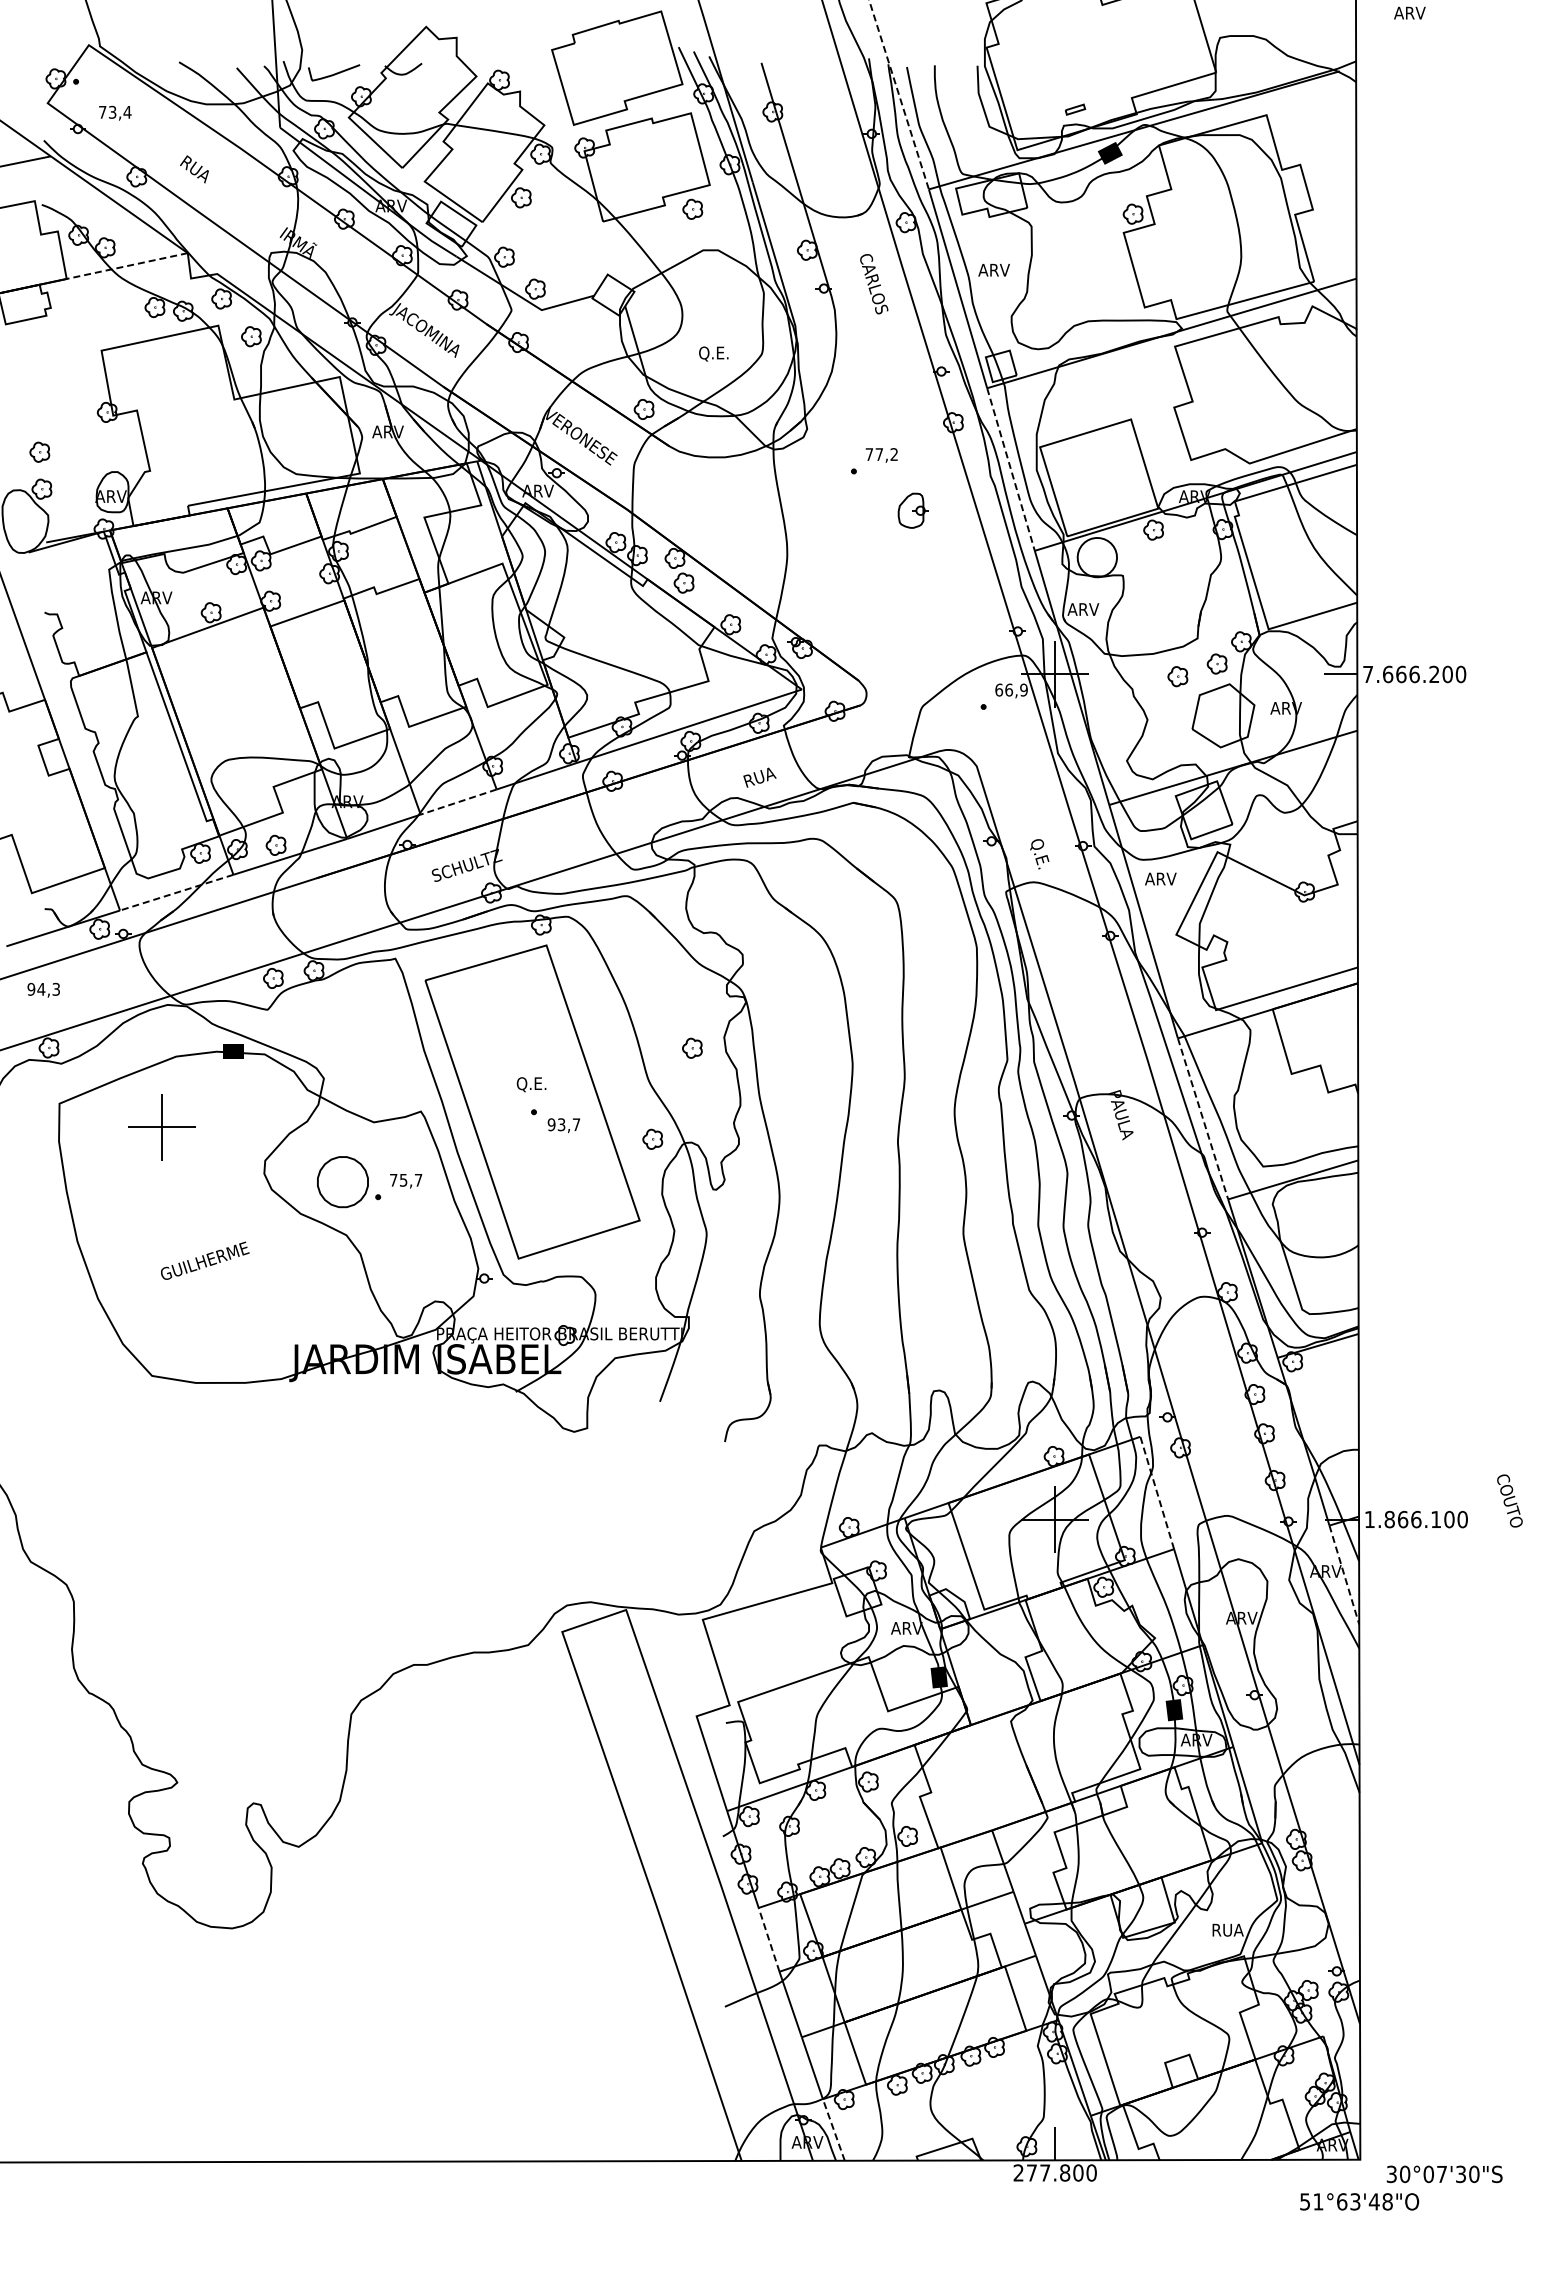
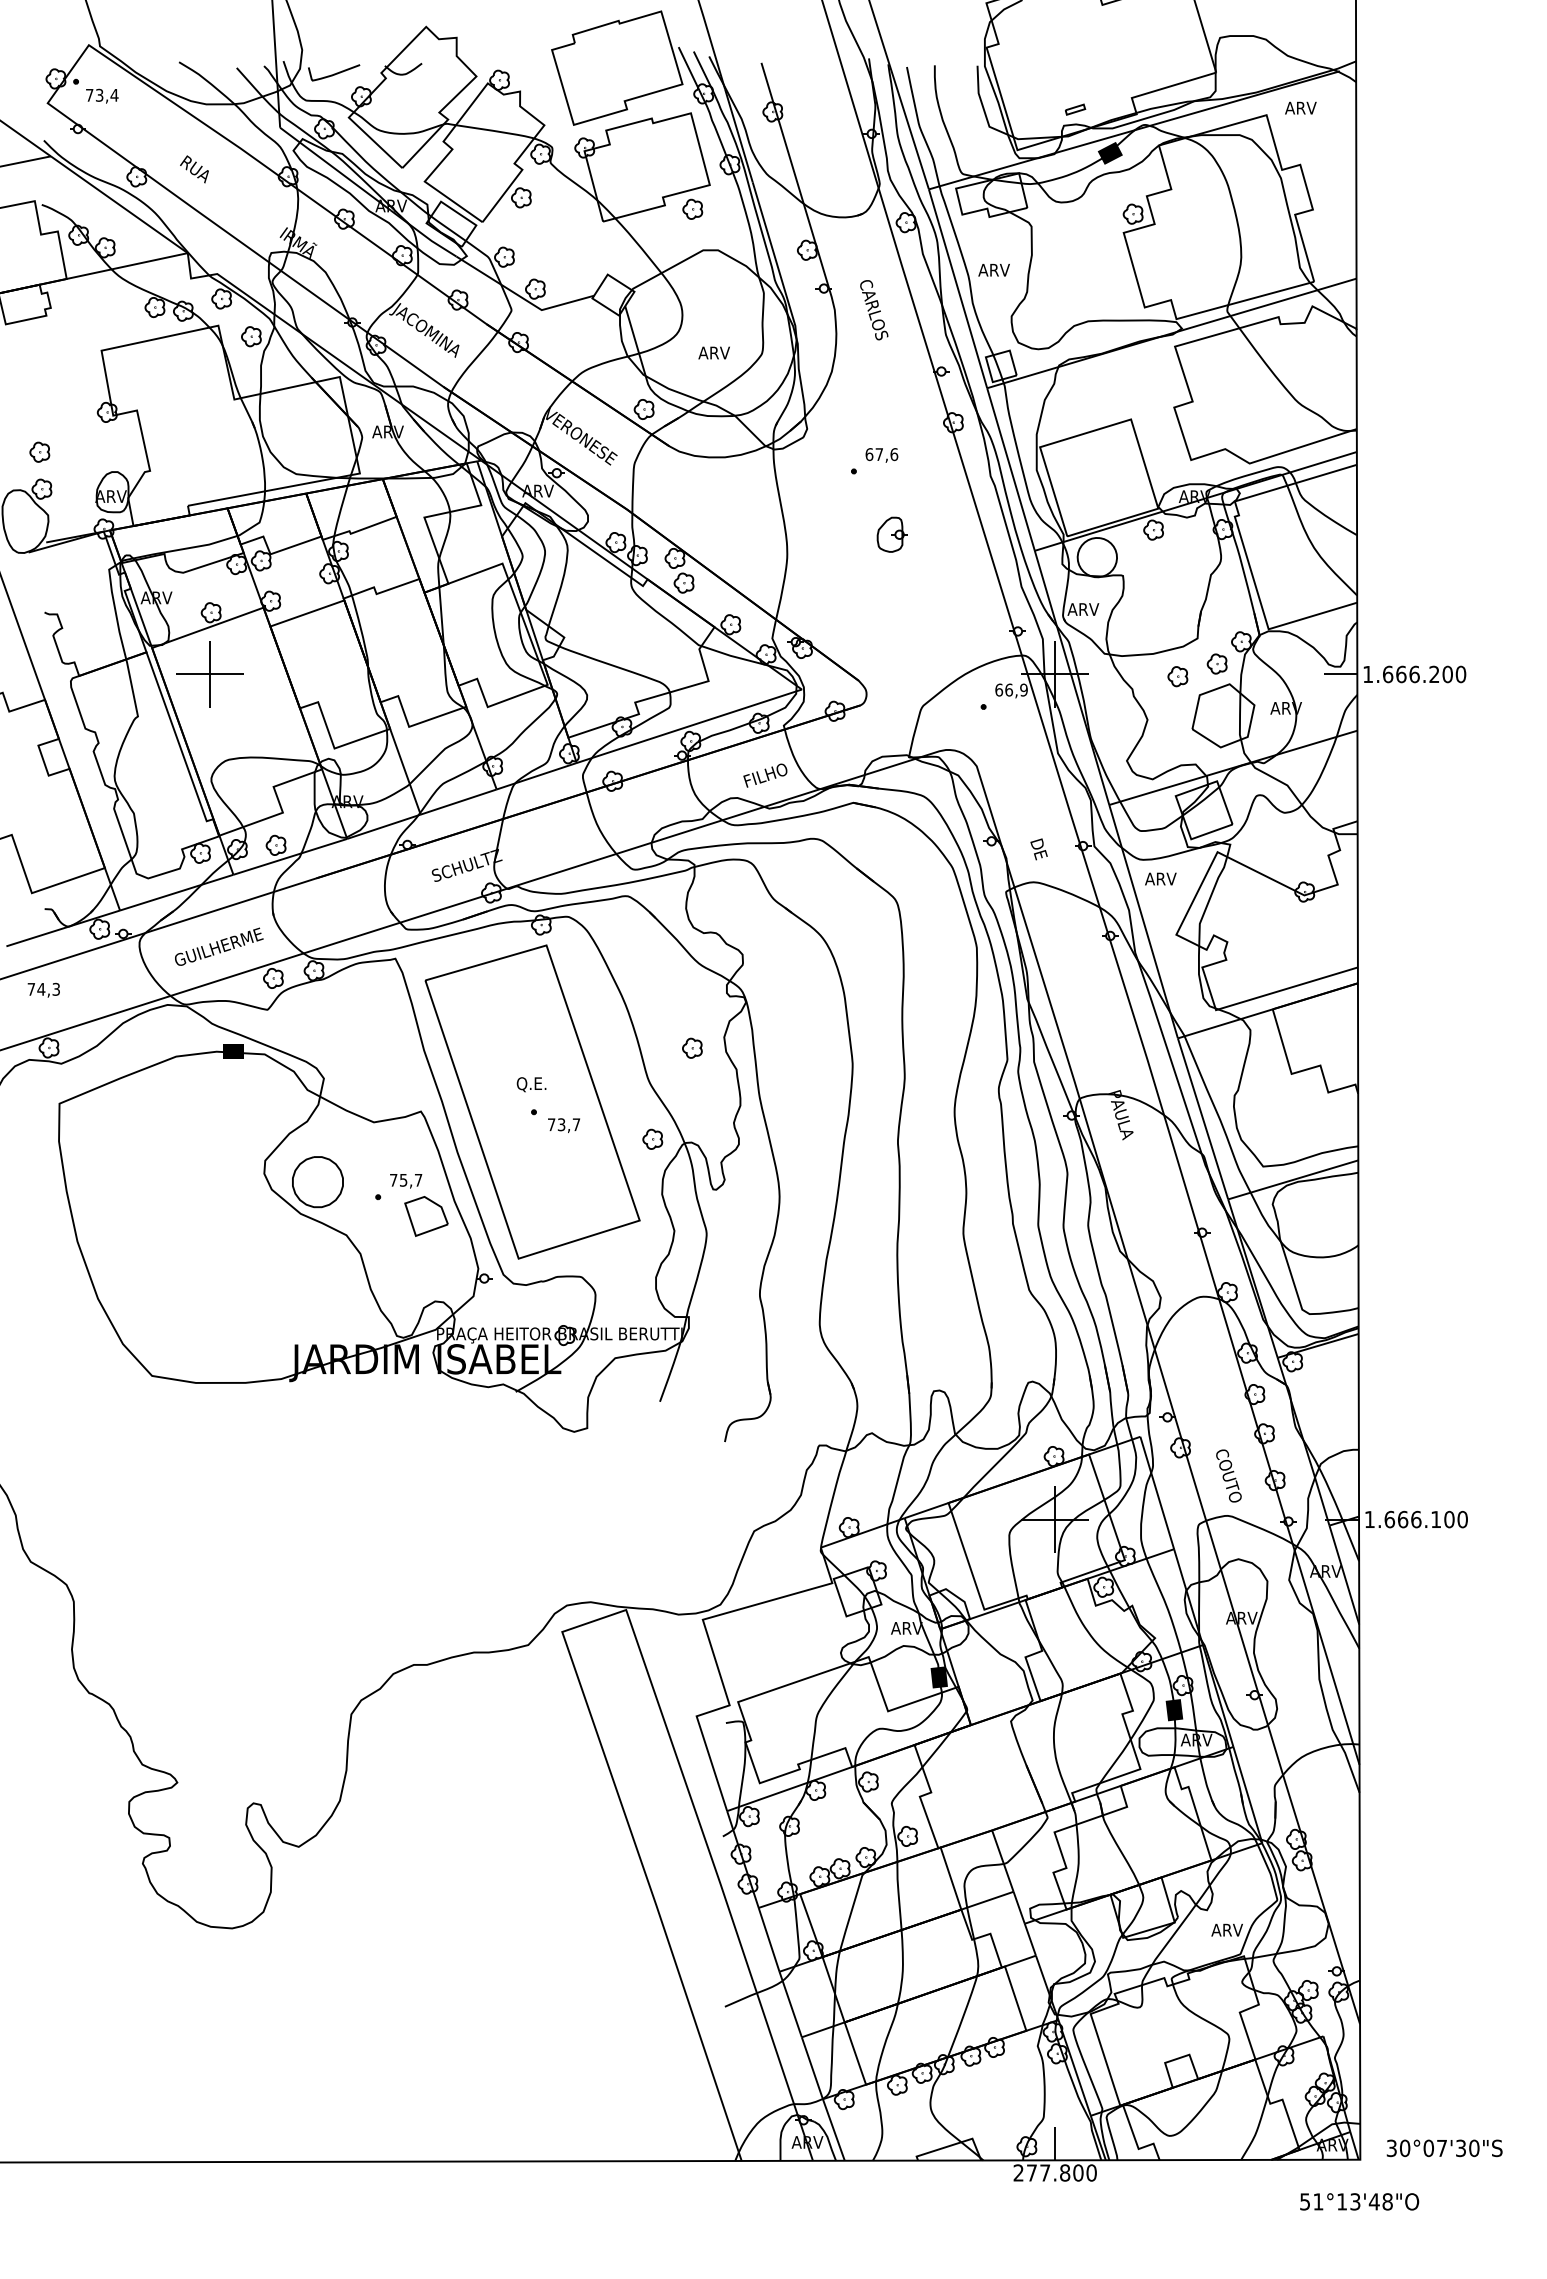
text at (1409, 12) position: (1409, 12) -> (1300, 107)
line at (899, 95): dashed -> solid
text at (115, 112) position: (115, 112) -> (102, 95)
line at (127, 266): dashed -> solid
text at (874, 284) position: (874, 284) -> (874, 310)
text at (713, 353): Q.E. -> ARV
text at (881, 454): 77,2 -> 67,6
line at (1011, 469): dashed -> solid
part at (912, 510) position: (912, 510) -> (891, 534)
text at (1367, 674): 7.666.200 -> 1.666.200
text at (766, 774): RUA -> FILHO
line at (458, 802): dashed -> solid
text at (1039, 853): Q.E. -> DE
line at (176, 892): dashed -> solid
text at (31, 988): 94,3 -> 74,3
line at (1203, 1119): dashed -> solid
text at (551, 1124): 93,7 -> 73,7
part at (161, 1127) position: (161, 1127) -> (209, 674)
part at (342, 1182) position: (342, 1182) -> (317, 1182)
part at (426, 1216): none -> present
text at (205, 1260) position: (205, 1260) -> (219, 946)
line at (1157, 1492): dashed -> solid
text at (1509, 1500) position: (1509, 1500) -> (1228, 1475)
text at (1389, 1519): 1.866.100 -> 1.666.100
line at (1344, 1575): dashed -> solid
text at (1227, 1929): RUA -> ARV
line at (769, 1939): dashed -> solid
line at (833, 2130): dashed -> solid
text at (1444, 2174) position: (1444, 2174) -> (1444, 2148)
text at (1342, 2201): 51°63'48"O -> 51°13'48"O
